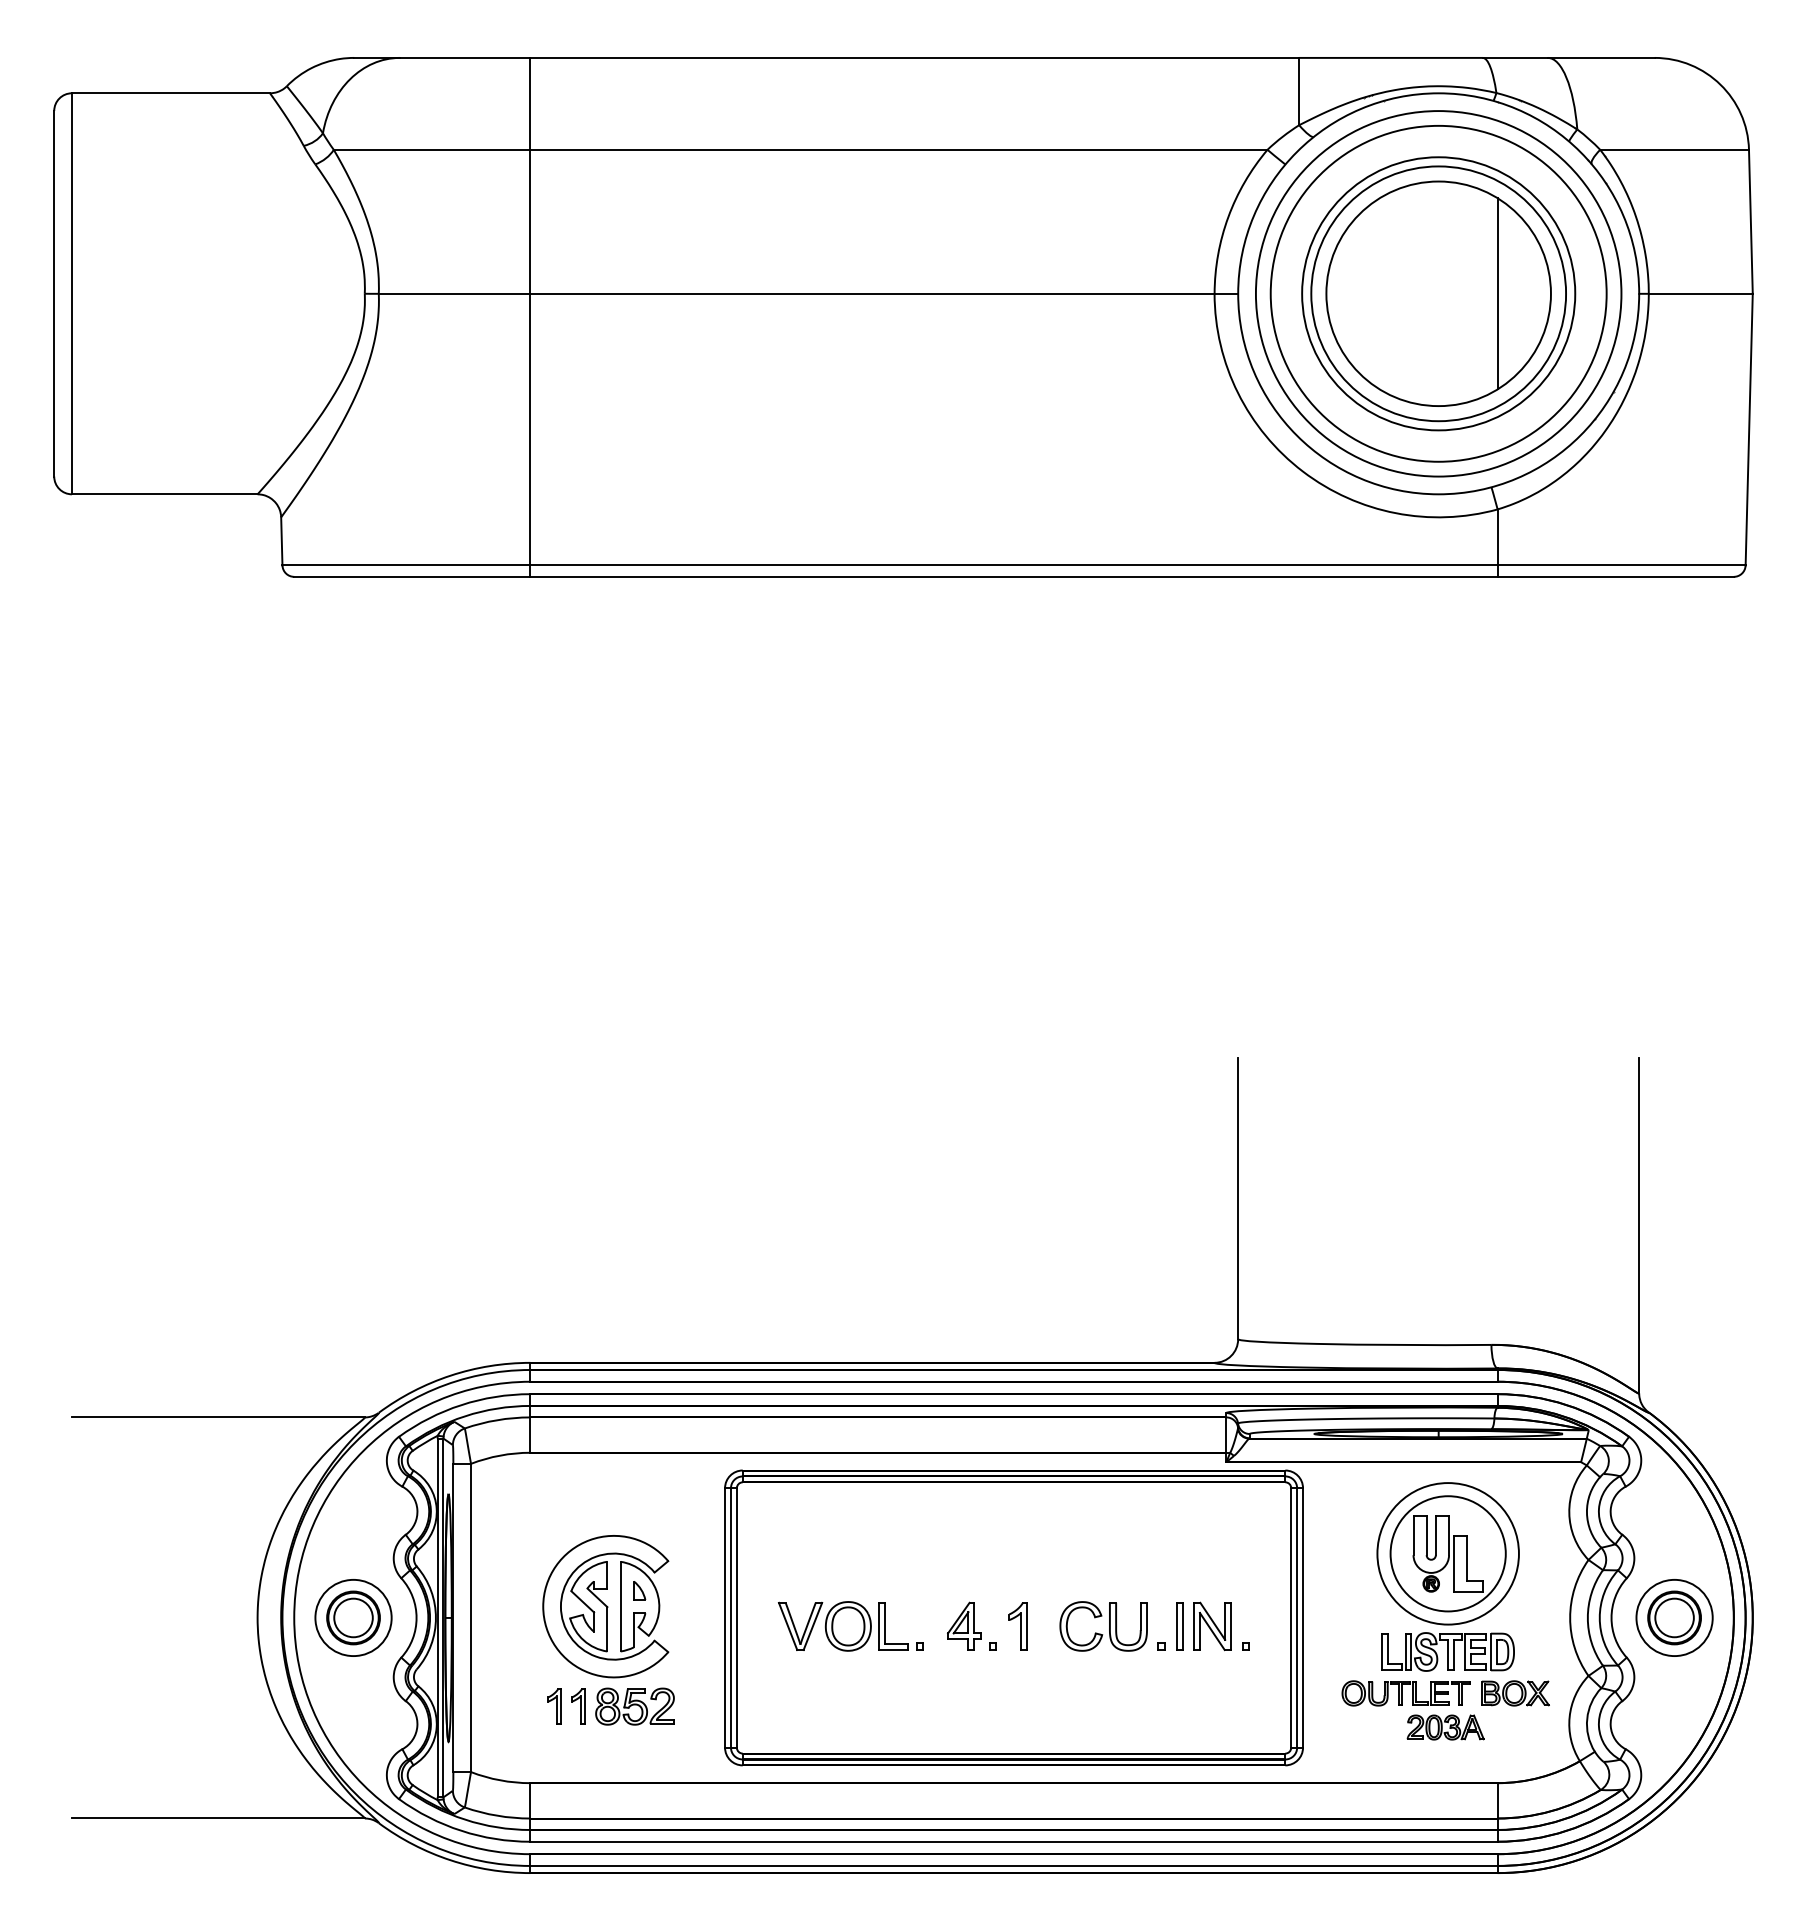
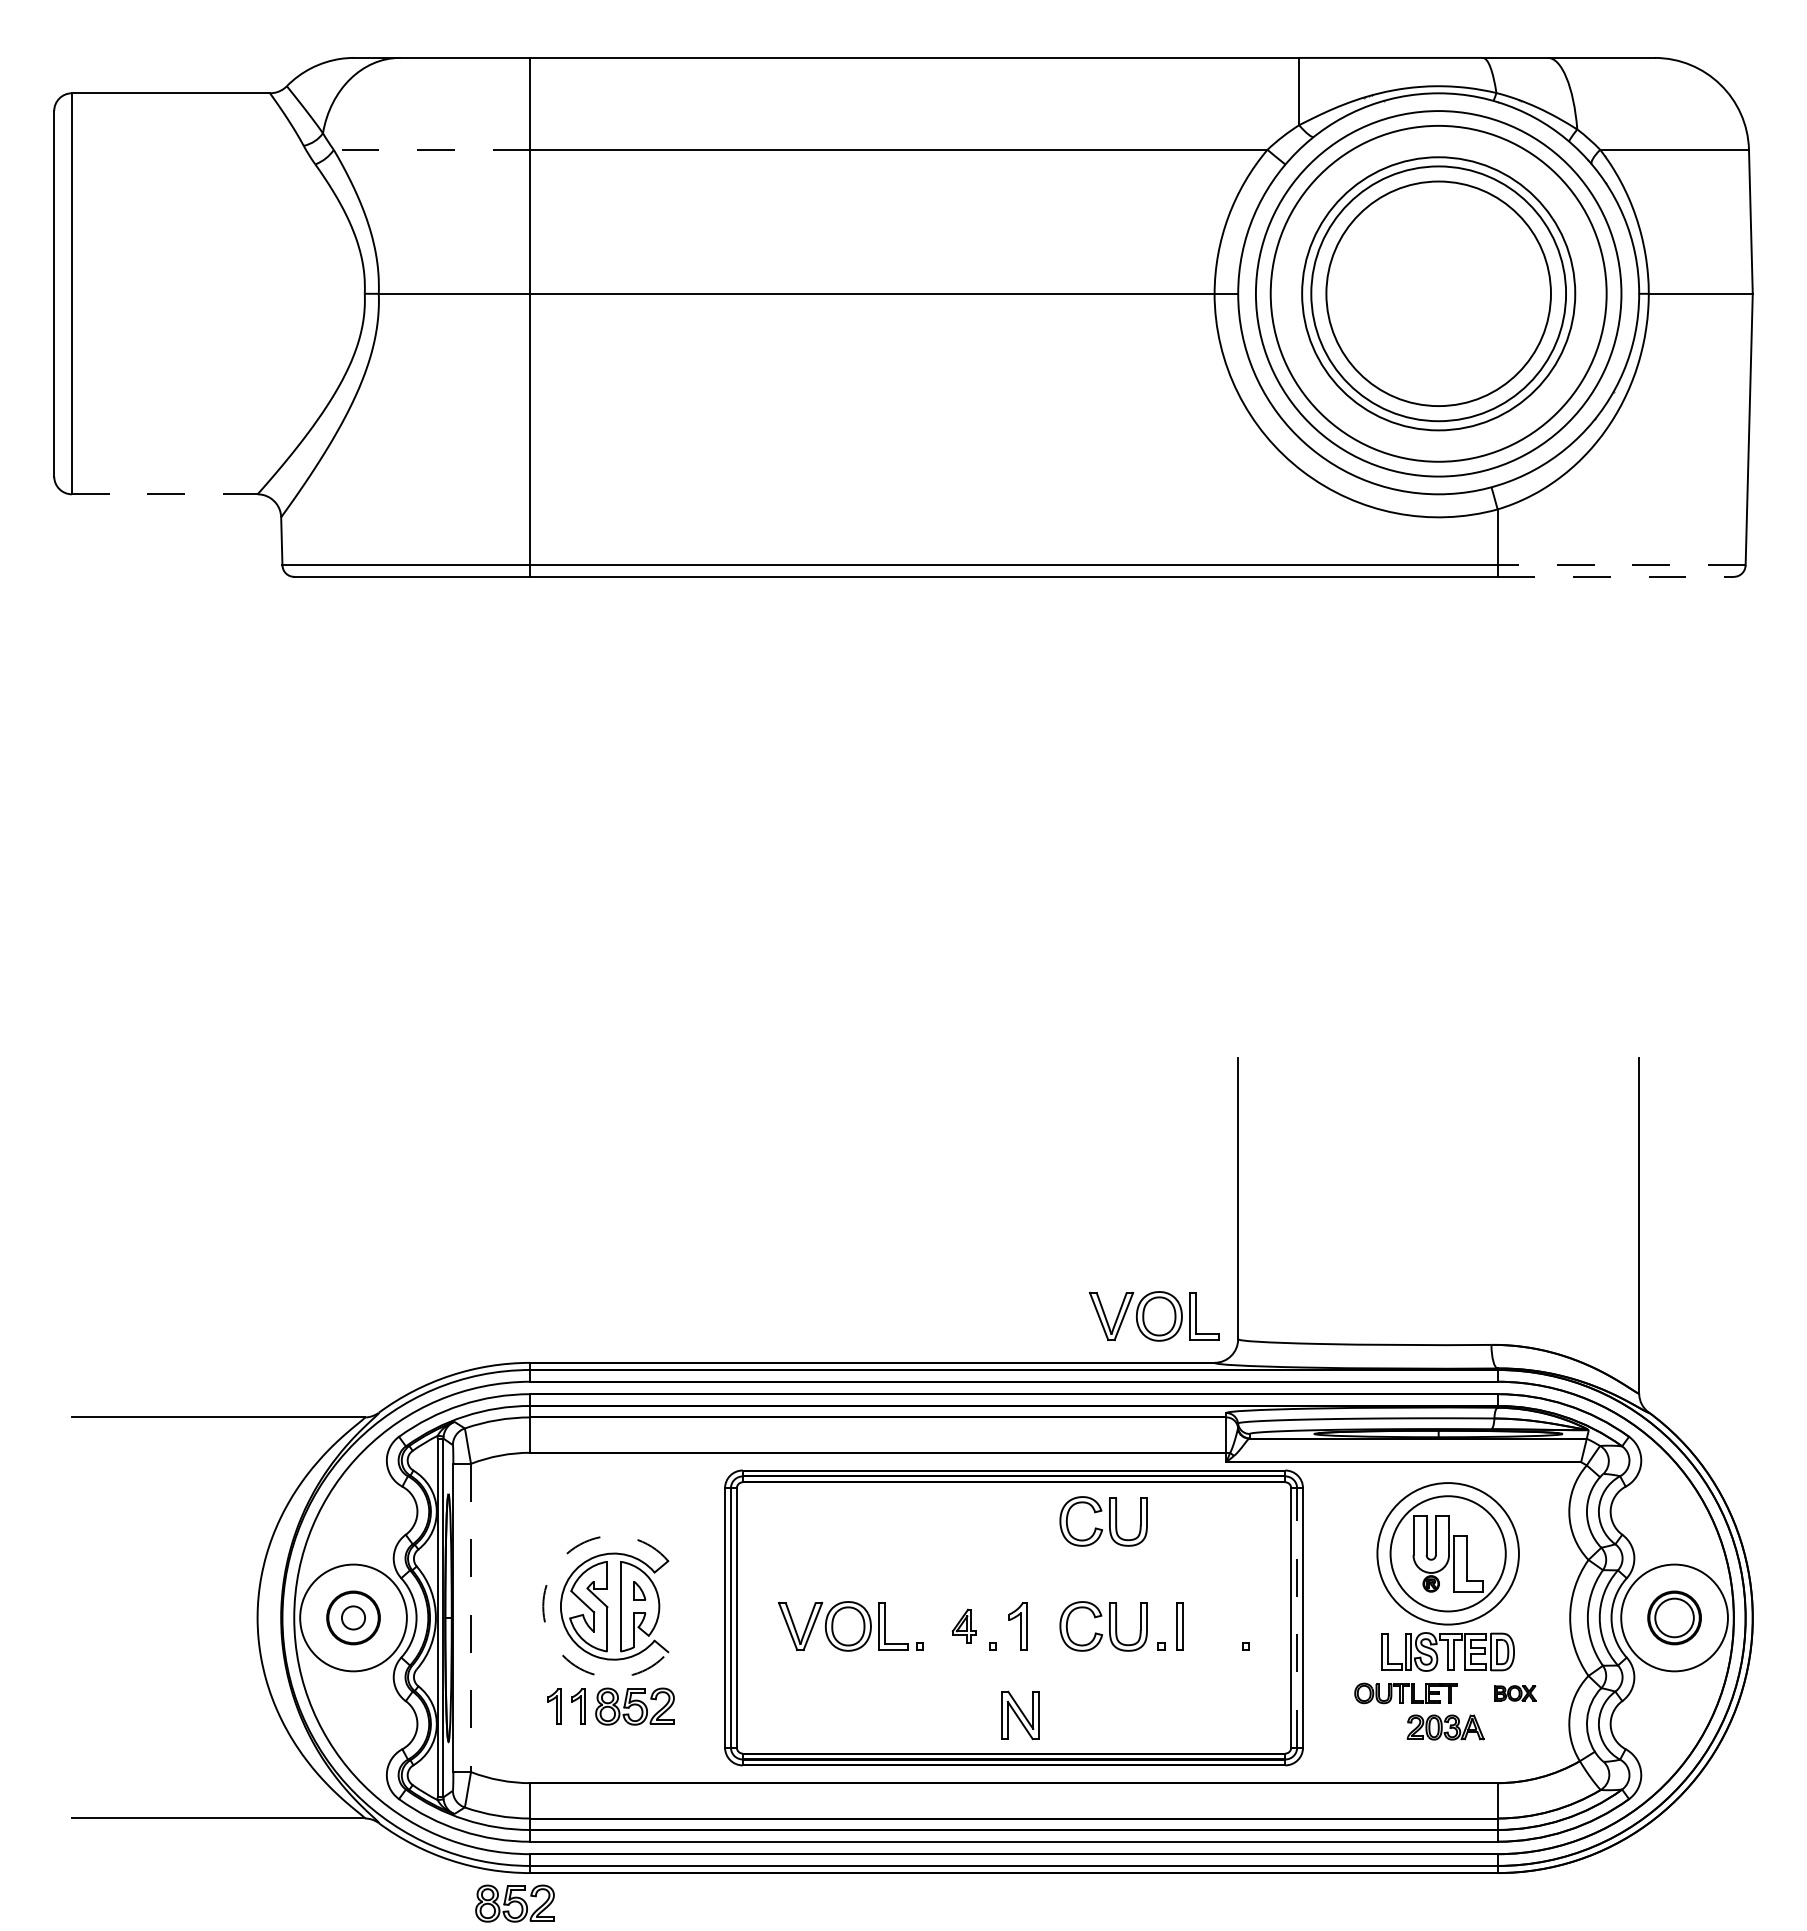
line at (431, 149): solid -> dashed
line at (1497, 293): present -> none
line at (164, 494): solid -> dashed
line at (1621, 565): solid -> dashed
line at (1616, 576): solid -> dashed
part at (1154, 1316): none -> present
part at (1103, 1521): none -> present
arc at (543, 1606): solid -> dashed
circle at (353, 1617) diameter: 39 px -> 23 px
circle at (353, 1617) diameter: 76 px -> 107 px
line at (1297, 1617): solid -> dashed
circle at (1674, 1617) diameter: 76 px -> 107 px
line at (471, 1618): solid -> dashed
part at (964, 1625) size: 35x50 px -> 26x36 px
part at (1212, 1626) position: (1212, 1626) -> (1020, 1715)
part at (1405, 1693) size: 130x27 px -> 104x23 px
part at (1515, 1693) size: 69x27 px -> 43x17 px
part at (514, 1903): none -> present
